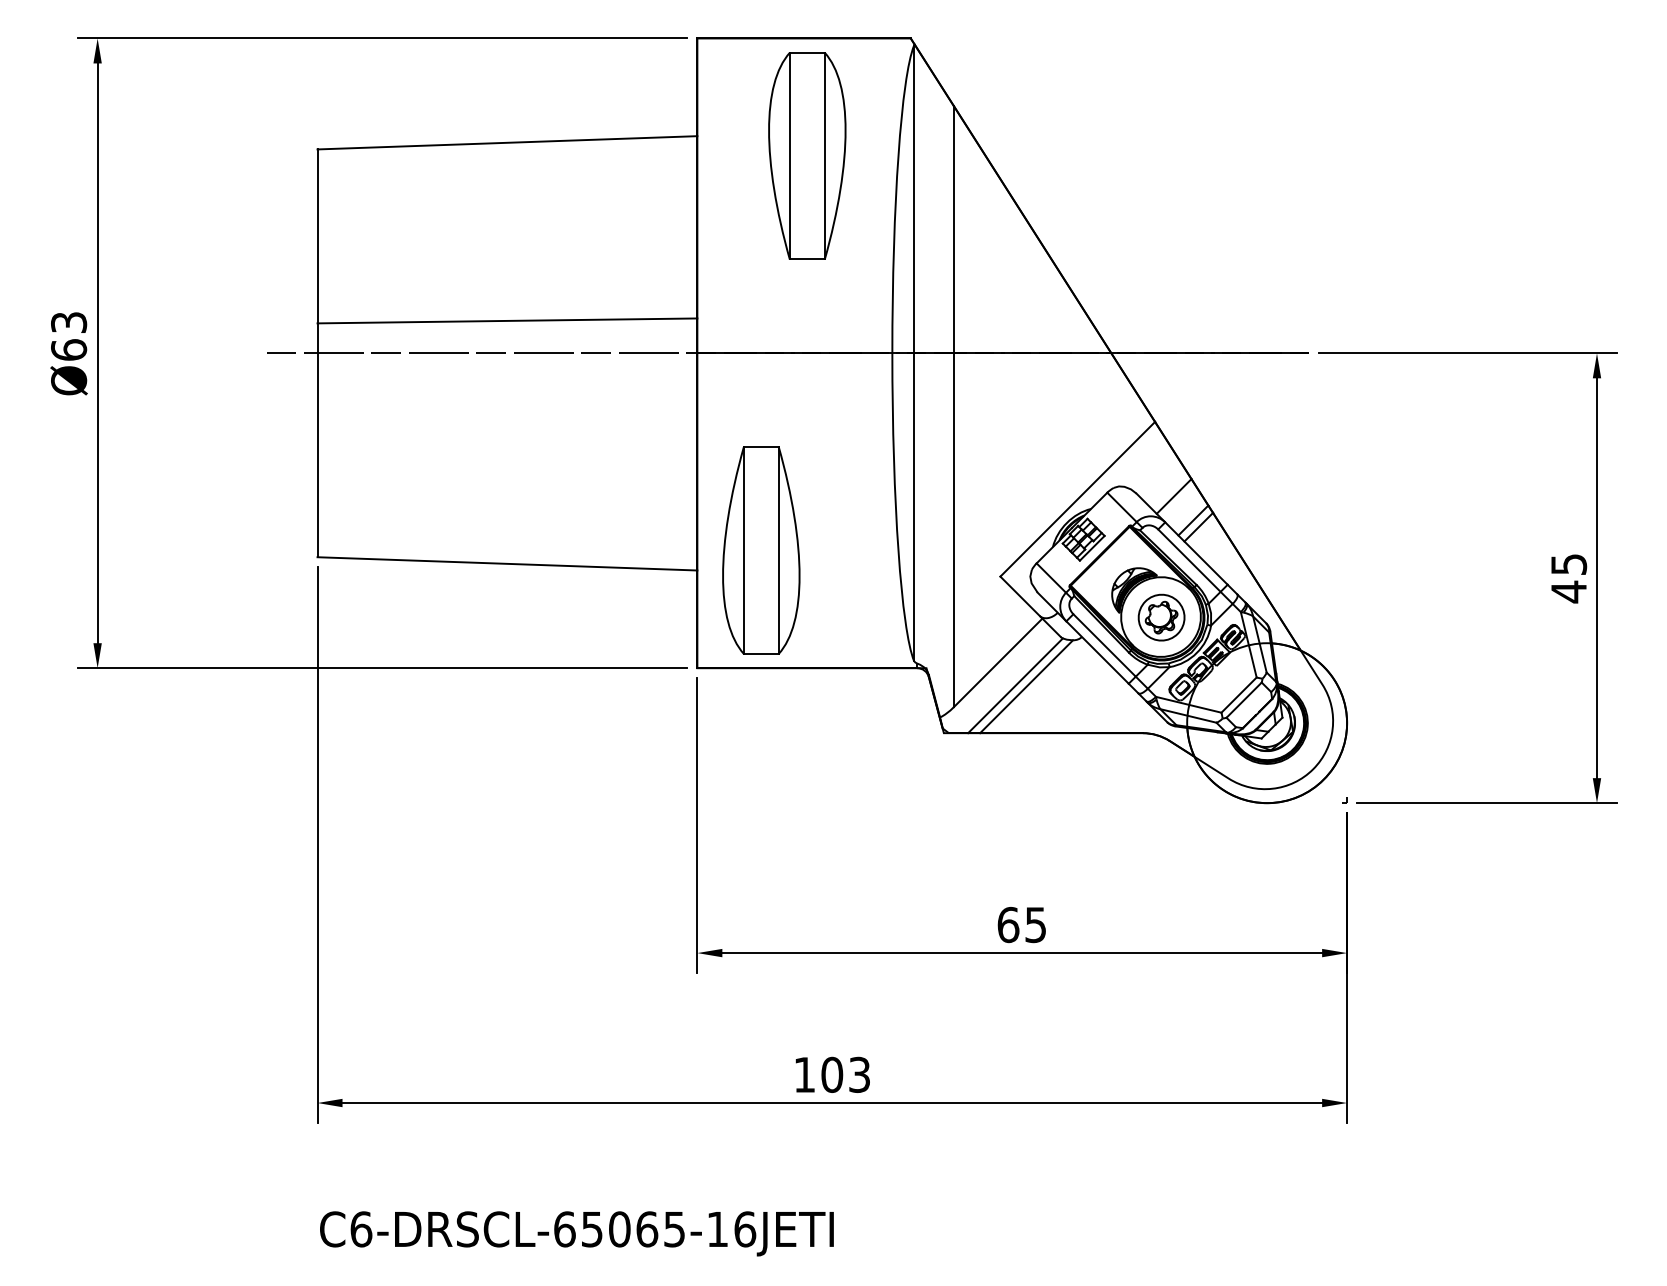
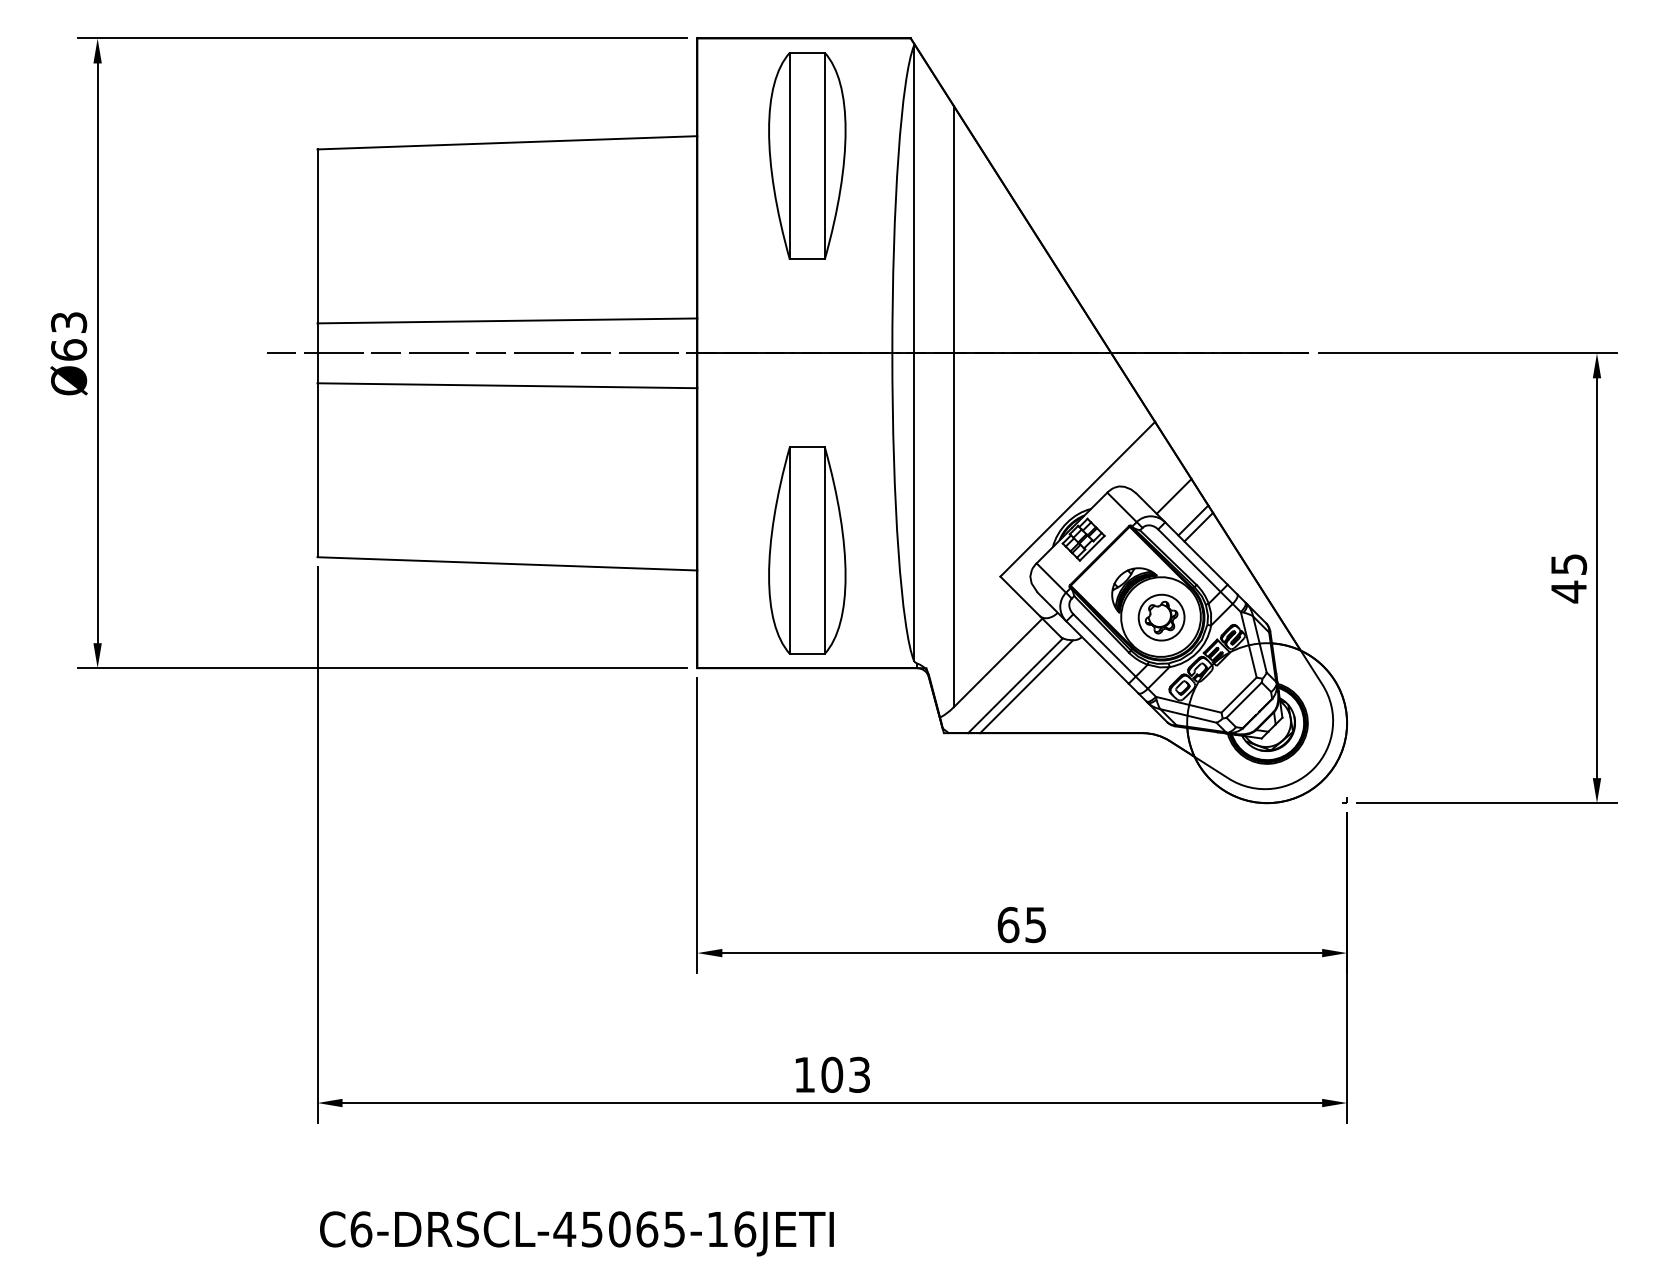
line at (507, 385): none -> present
part at (761, 550) position: (761, 550) -> (807, 550)
text at (564, 1229): C6-DRSCL-65065-16JETI -> C6-DRSCL-45065-16JETI
